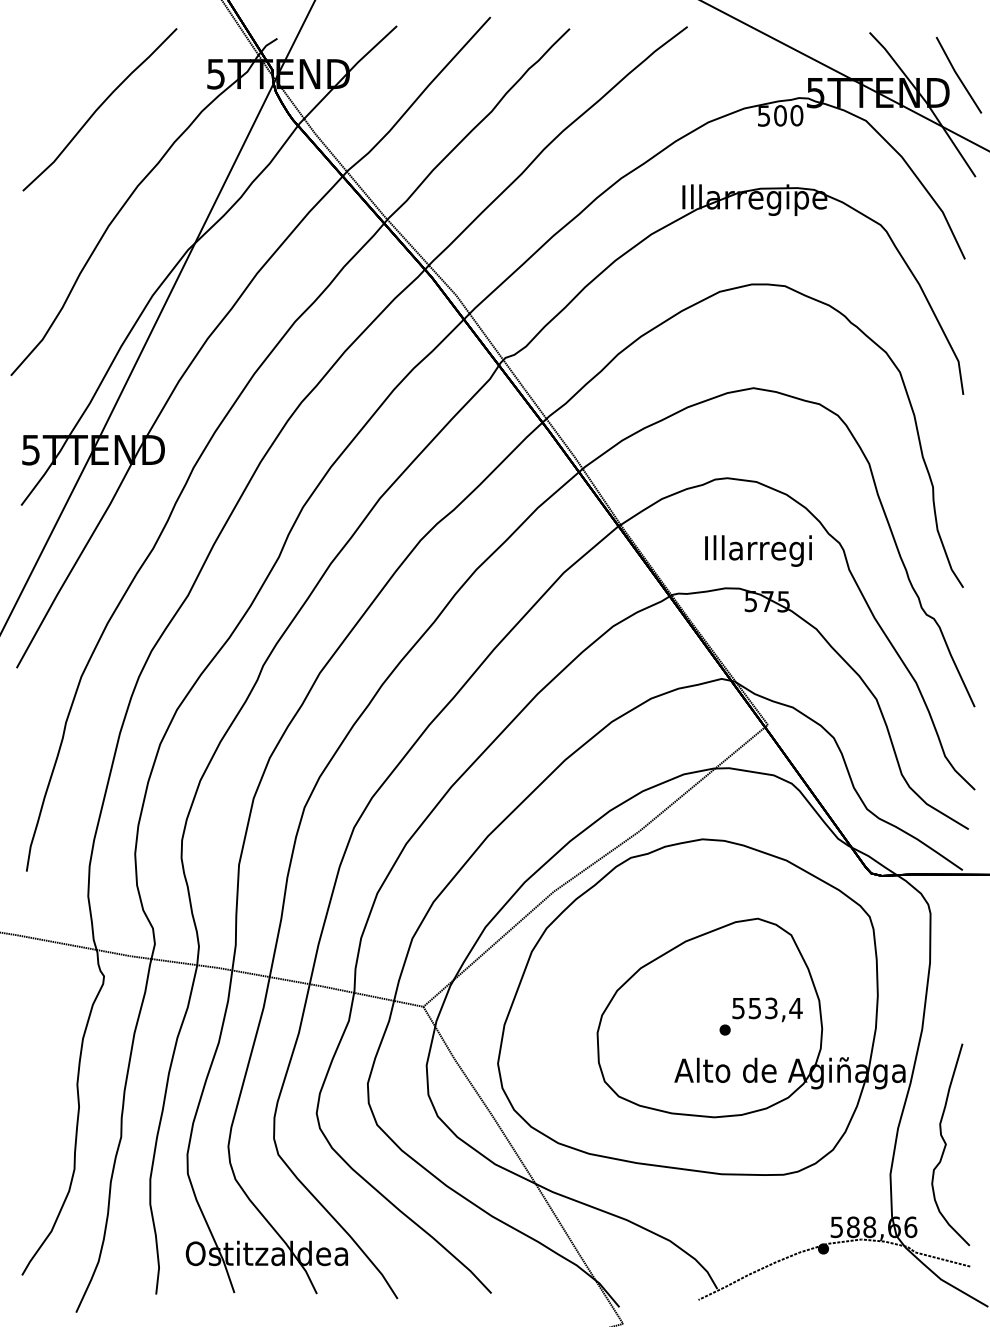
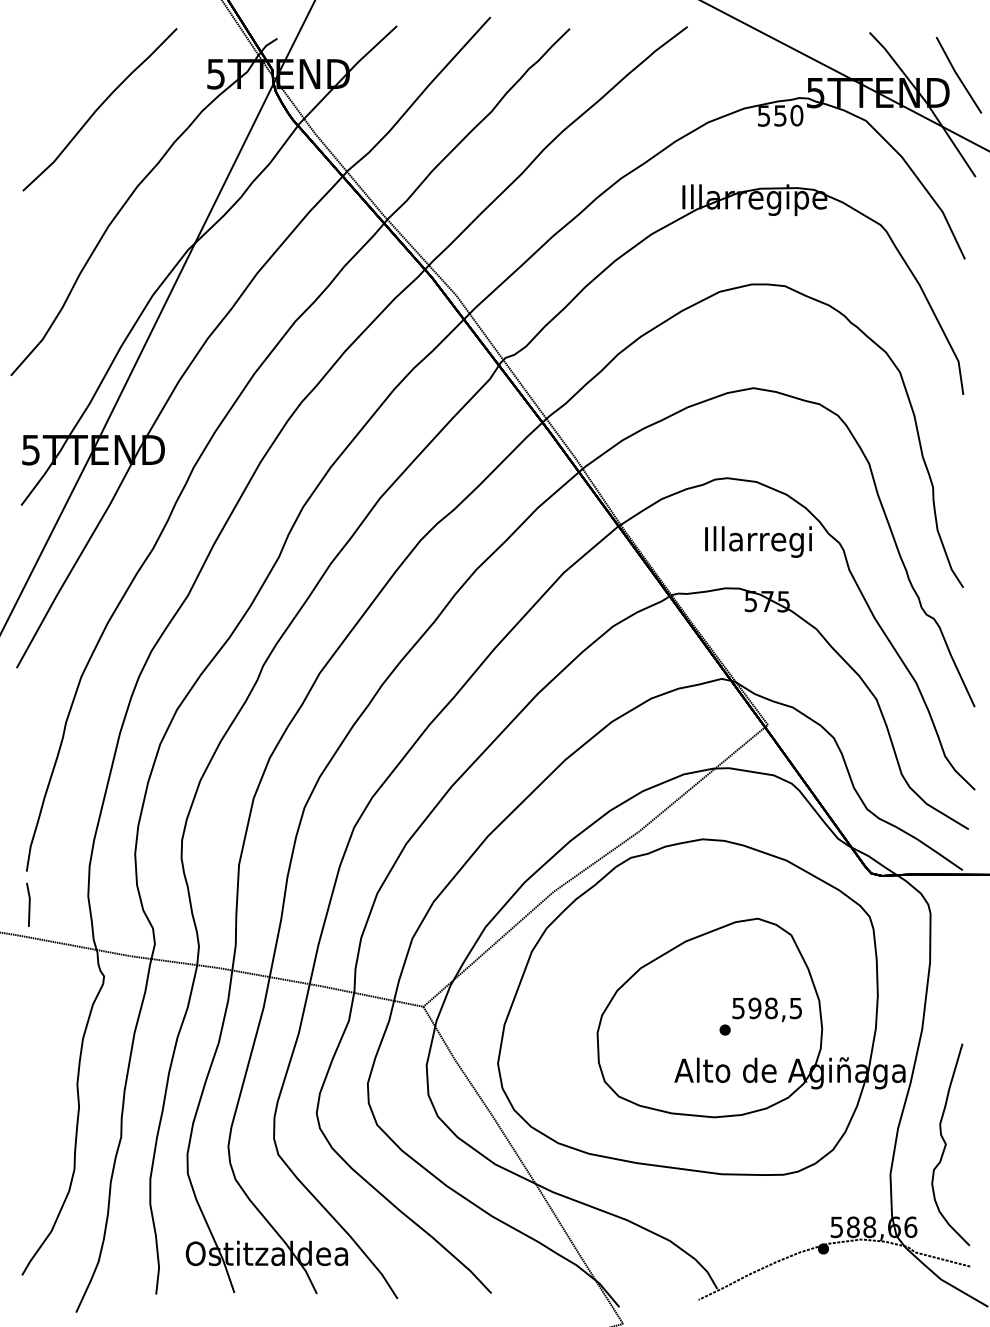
text at (780, 115): 500 -> 550
text at (758, 550) position: (758, 550) -> (758, 541)
line at (28, 904): none -> present
text at (775, 1008): 553,4 -> 598,5
